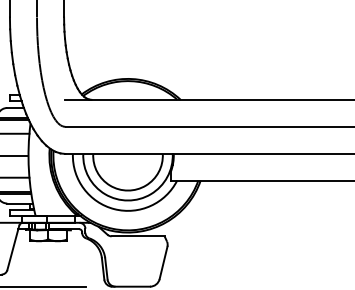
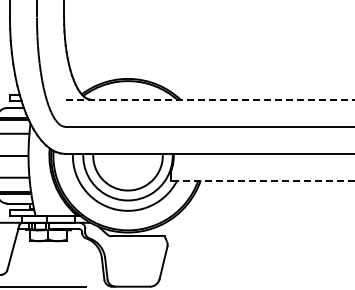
line at (210, 99): solid -> dashed
line at (262, 180): solid -> dashed
